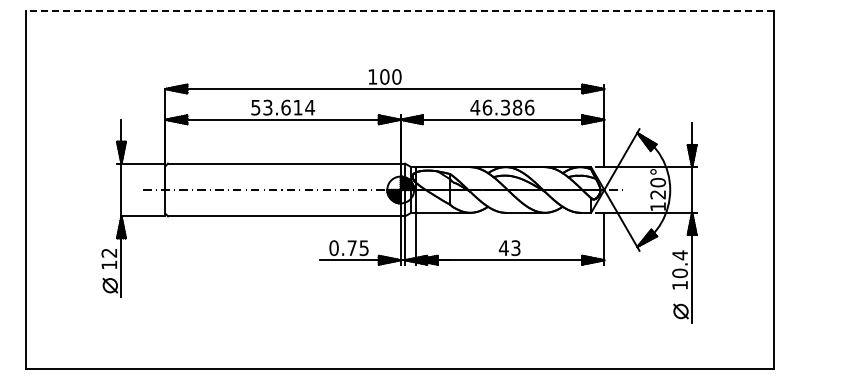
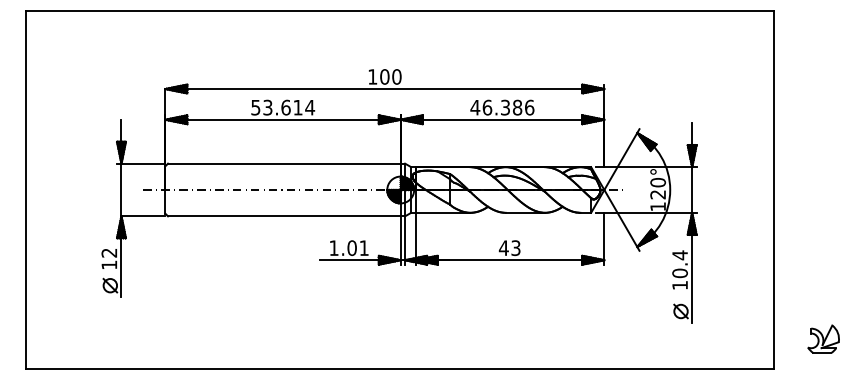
line at (399, 11): dashed -> solid
text at (348, 248): 0.75 -> 1.01
part at (823, 338): none -> present
